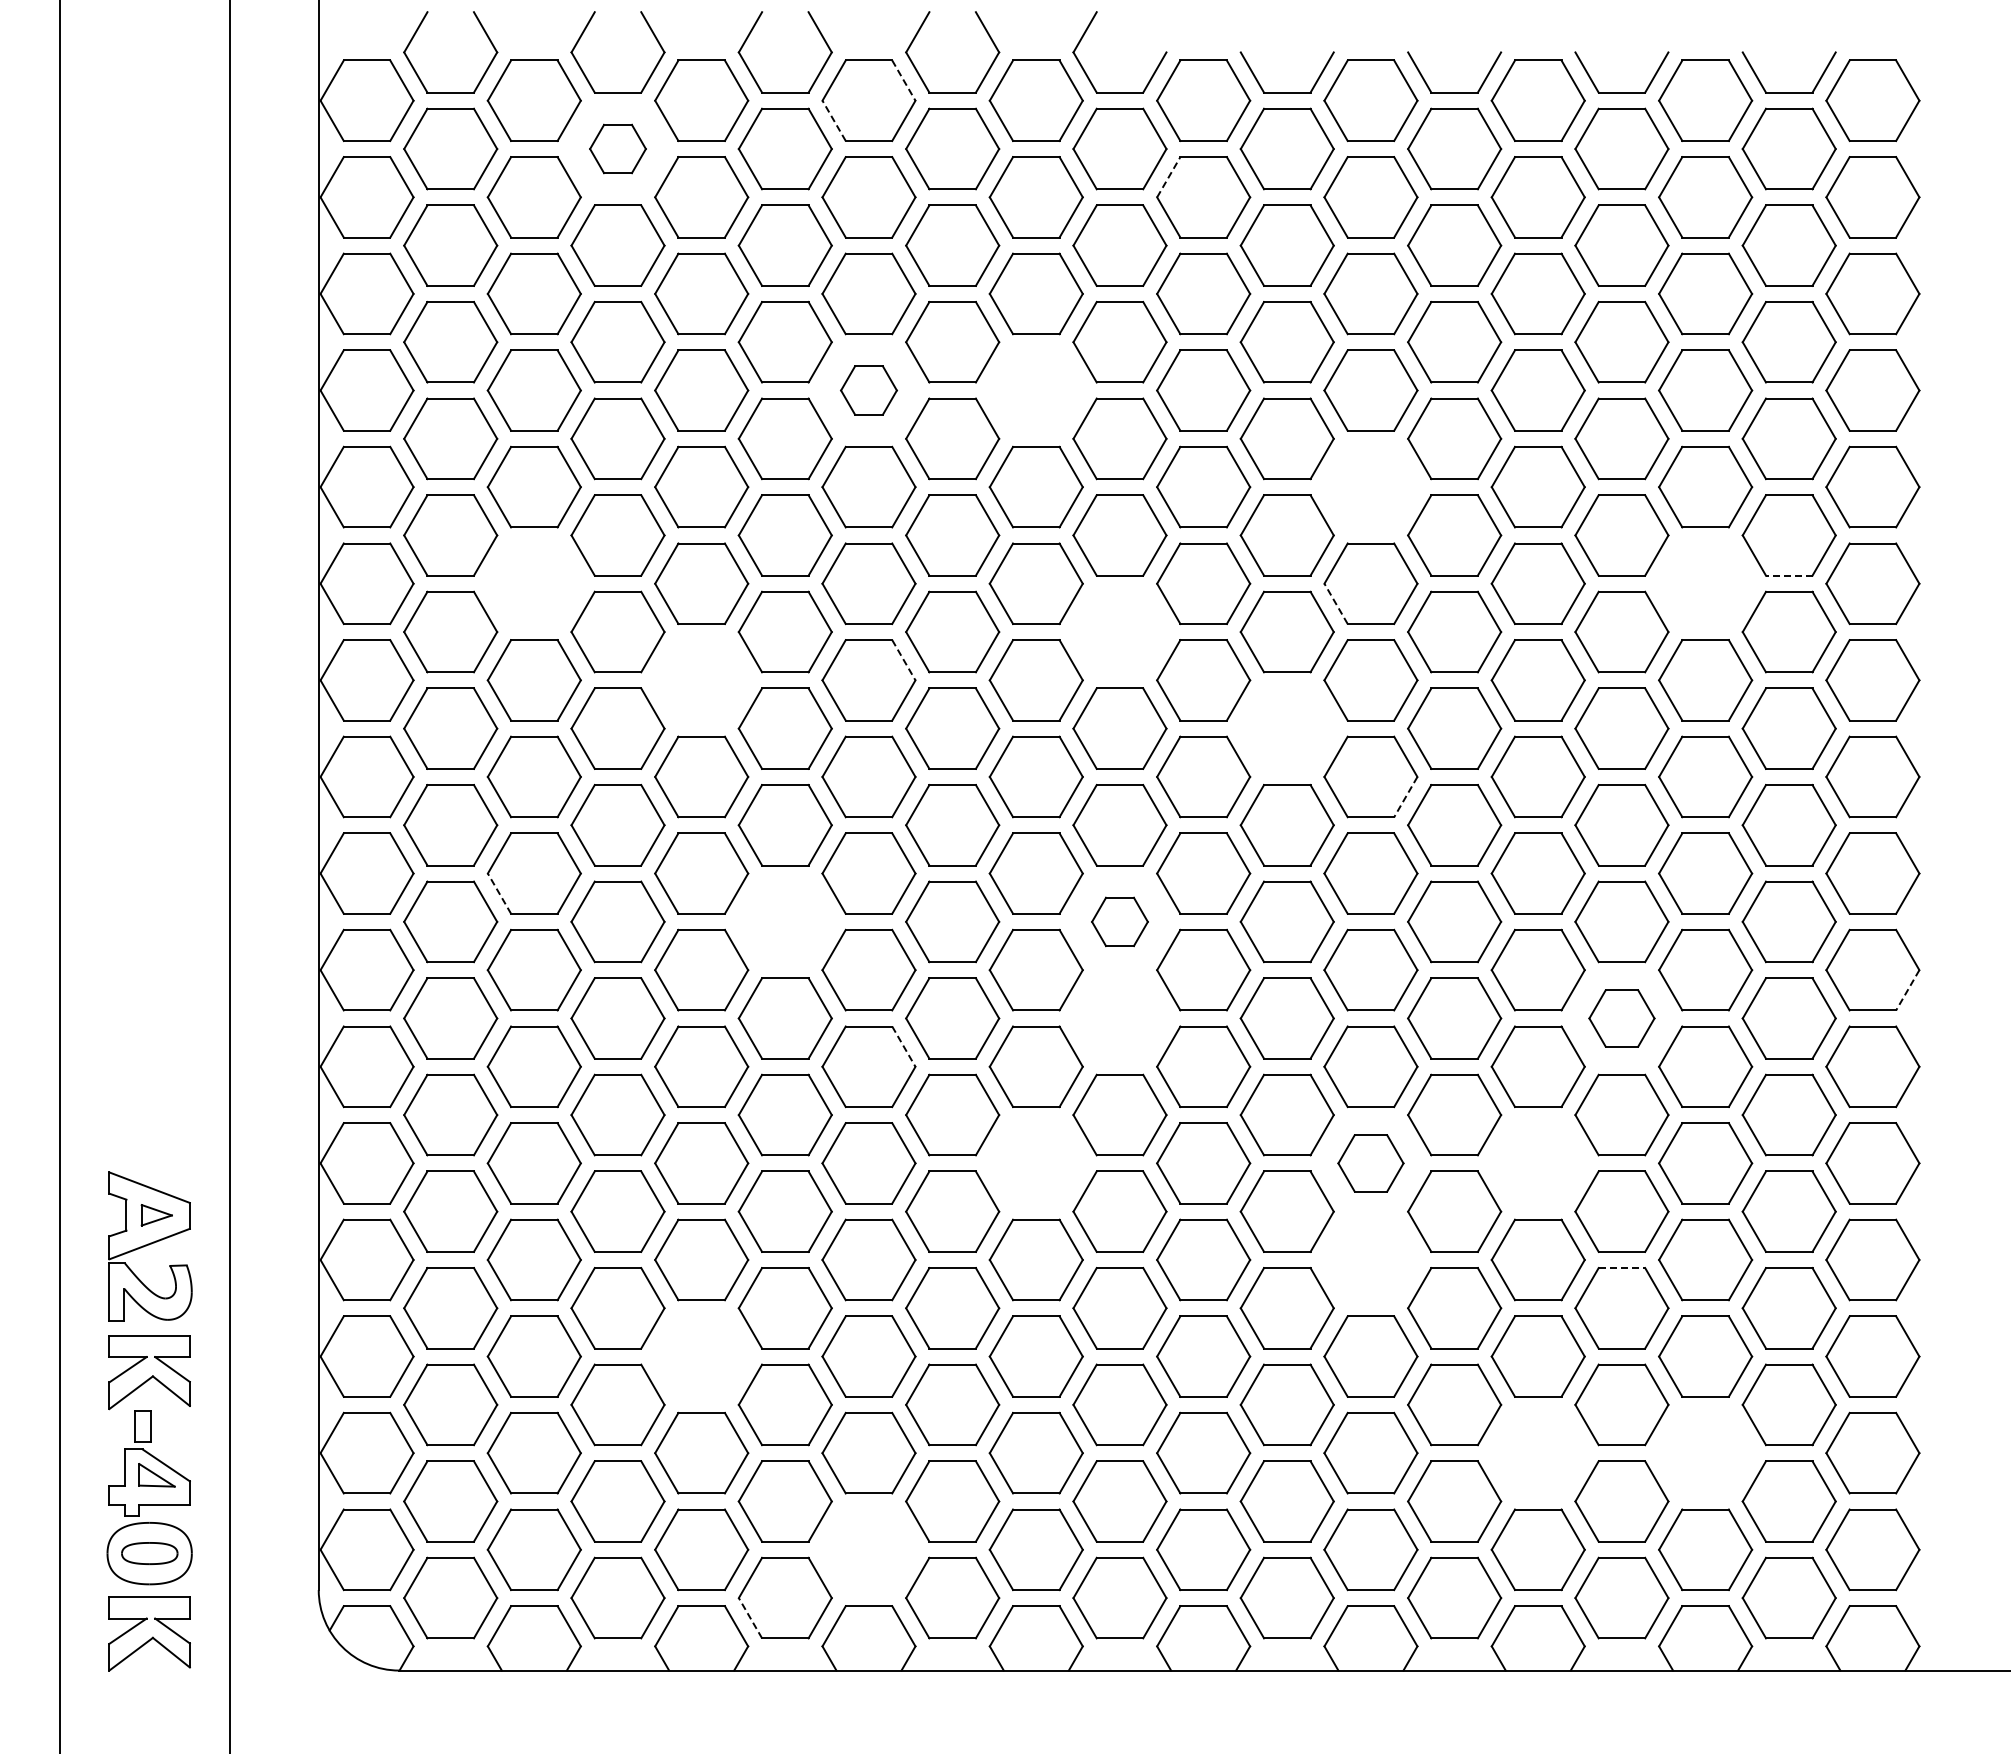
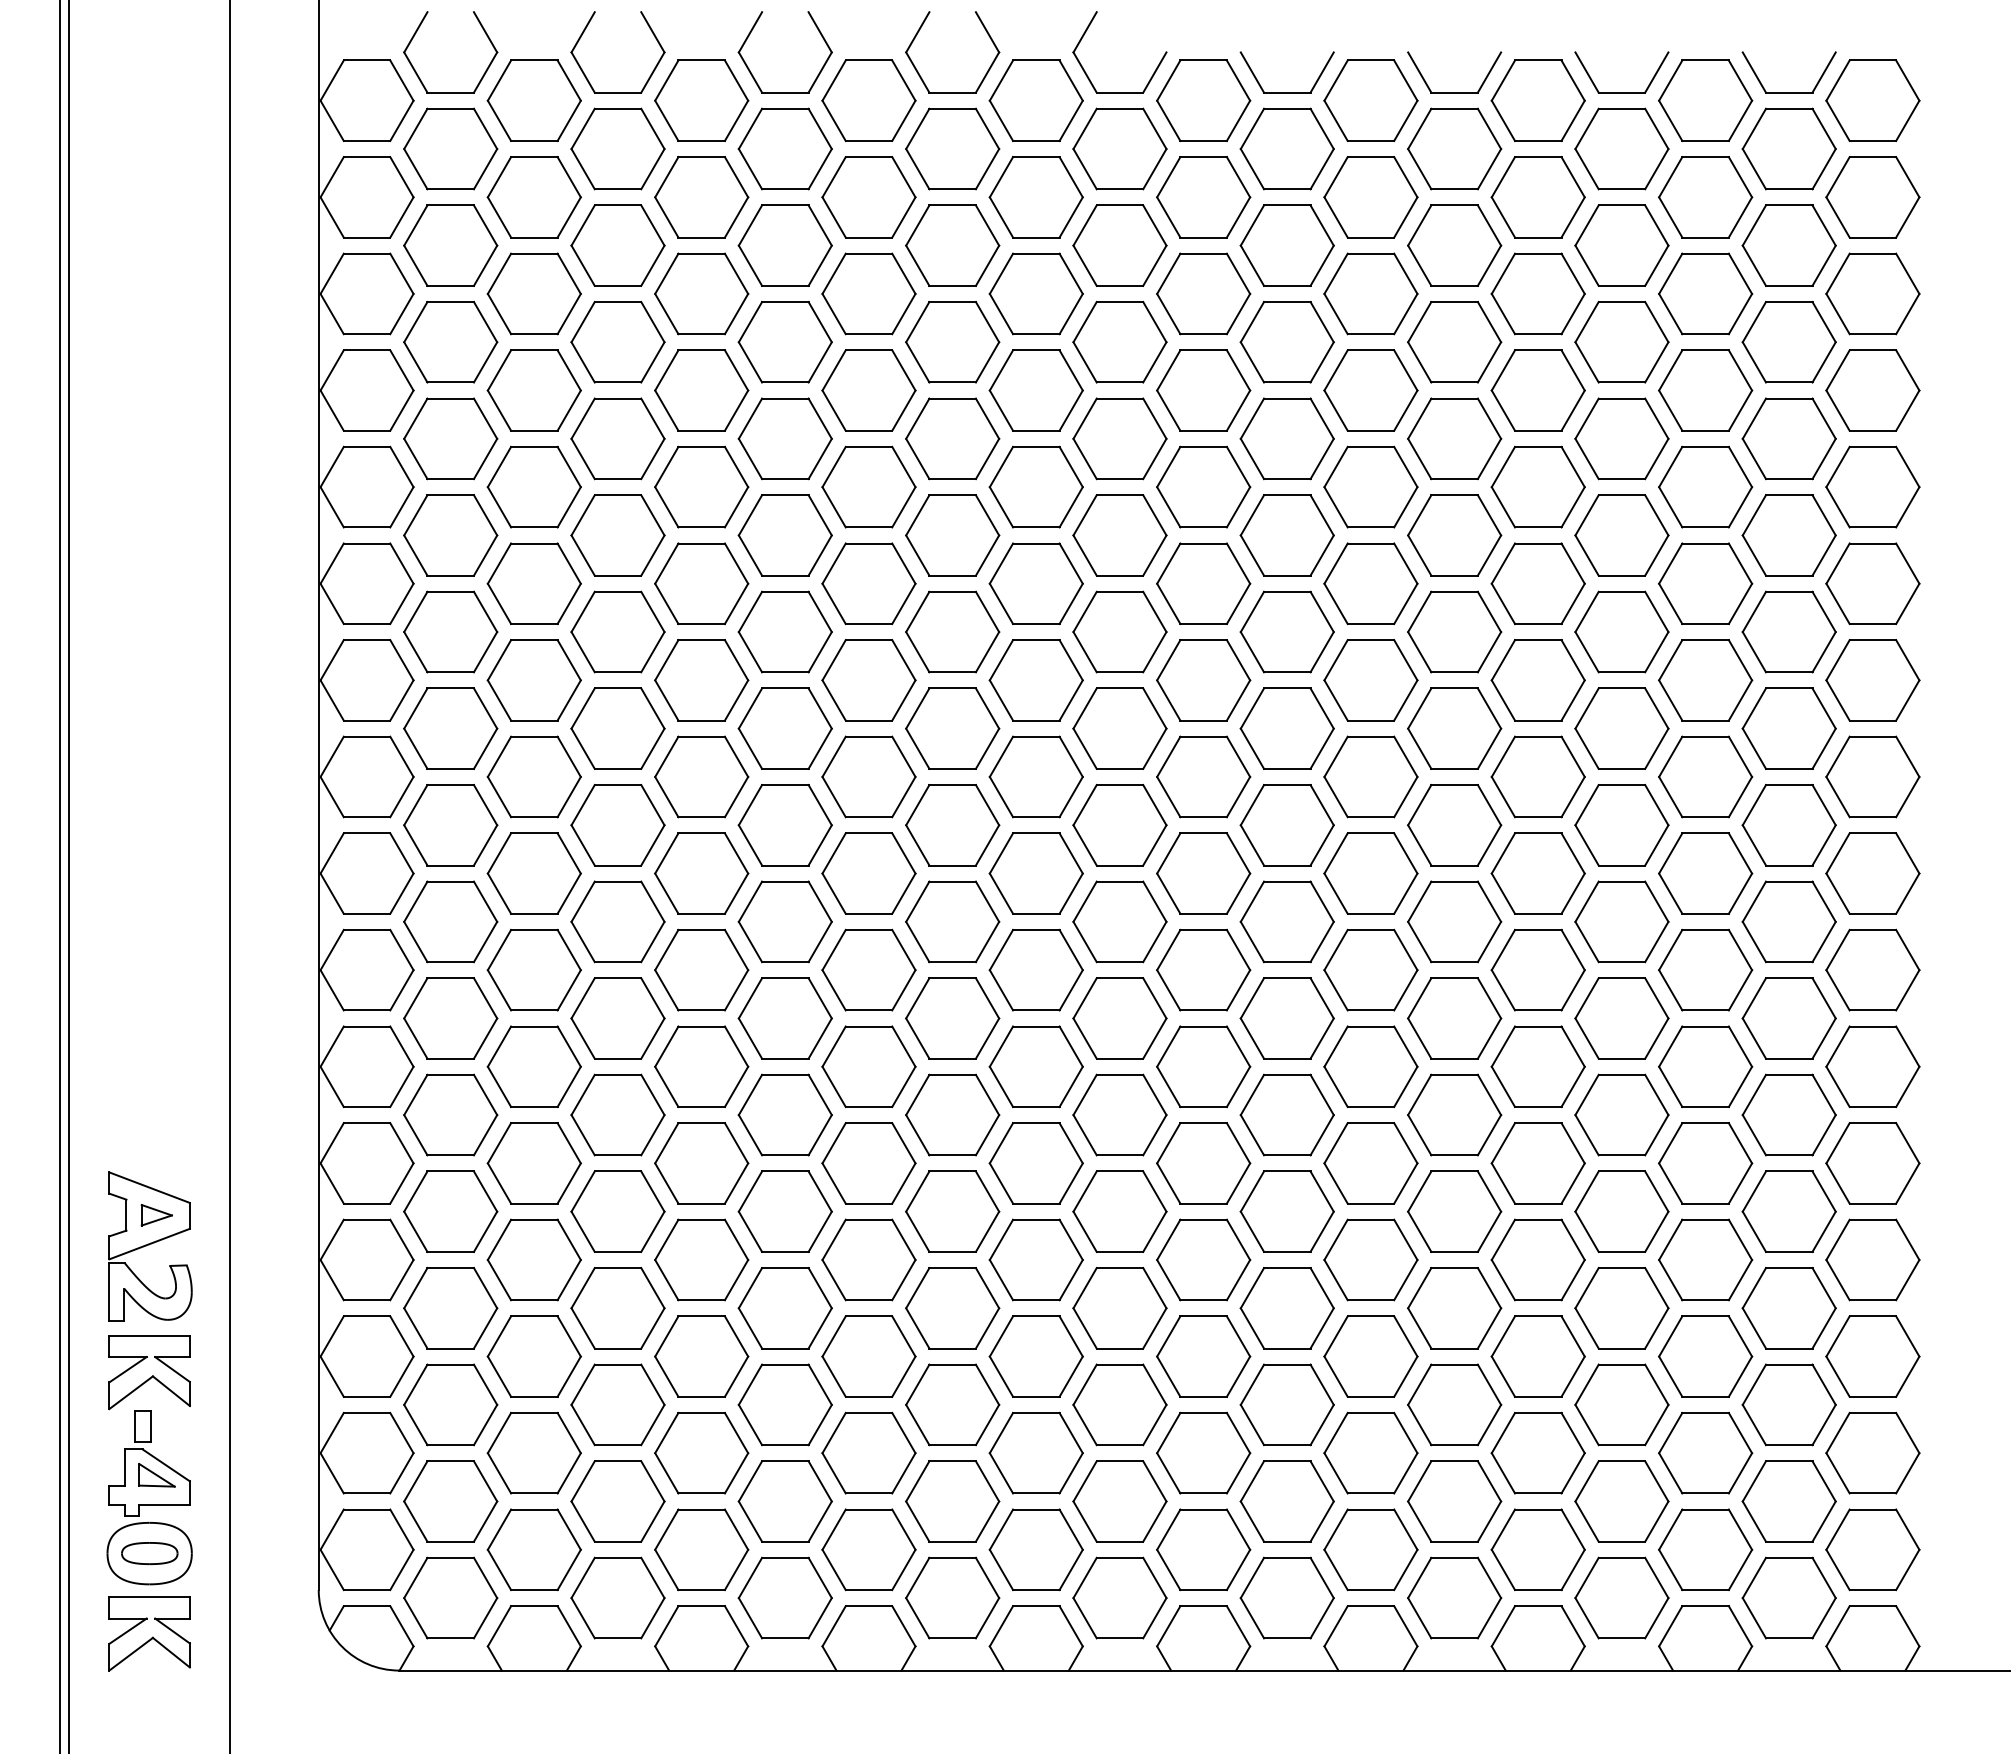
line at (904, 81): dashed -> solid
line at (833, 120): dashed -> solid
part at (617, 148) size: 58x52 px -> 96x84 px
line at (1169, 176): dashed -> solid
part at (868, 390) size: 58x51 px -> 96x83 px
part at (1035, 390): none -> present
part at (1370, 486): none -> present
line at (1788, 575): dashed -> solid
part at (533, 583): none -> present
part at (1705, 583): none -> present
line at (1335, 603): dashed -> solid
part at (1119, 631): none -> present
line at (904, 660): dashed -> solid
part at (701, 680): none -> present
part at (1286, 728): none -> present
line at (1405, 797): dashed -> solid
line at (69, 876): none -> present
line at (499, 893): dashed -> solid
part at (784, 921): none -> present
part at (1119, 921) size: 58x52 px -> 96x84 px
line at (1907, 990): dashed -> solid
part at (1119, 1018): none -> present
part at (1621, 1018) size: 68x59 px -> 96x83 px
line at (904, 1047): dashed -> solid
part at (1035, 1163): none -> present
part at (1370, 1163) size: 68x59 px -> 96x83 px
part at (1537, 1163): none -> present
part at (1370, 1259): none -> present
line at (1622, 1268): dashed -> solid
part at (701, 1356): none -> present
part at (1537, 1452): none -> present
part at (1705, 1453): none -> present
part at (868, 1549): none -> present
line at (750, 1617): dashed -> solid
